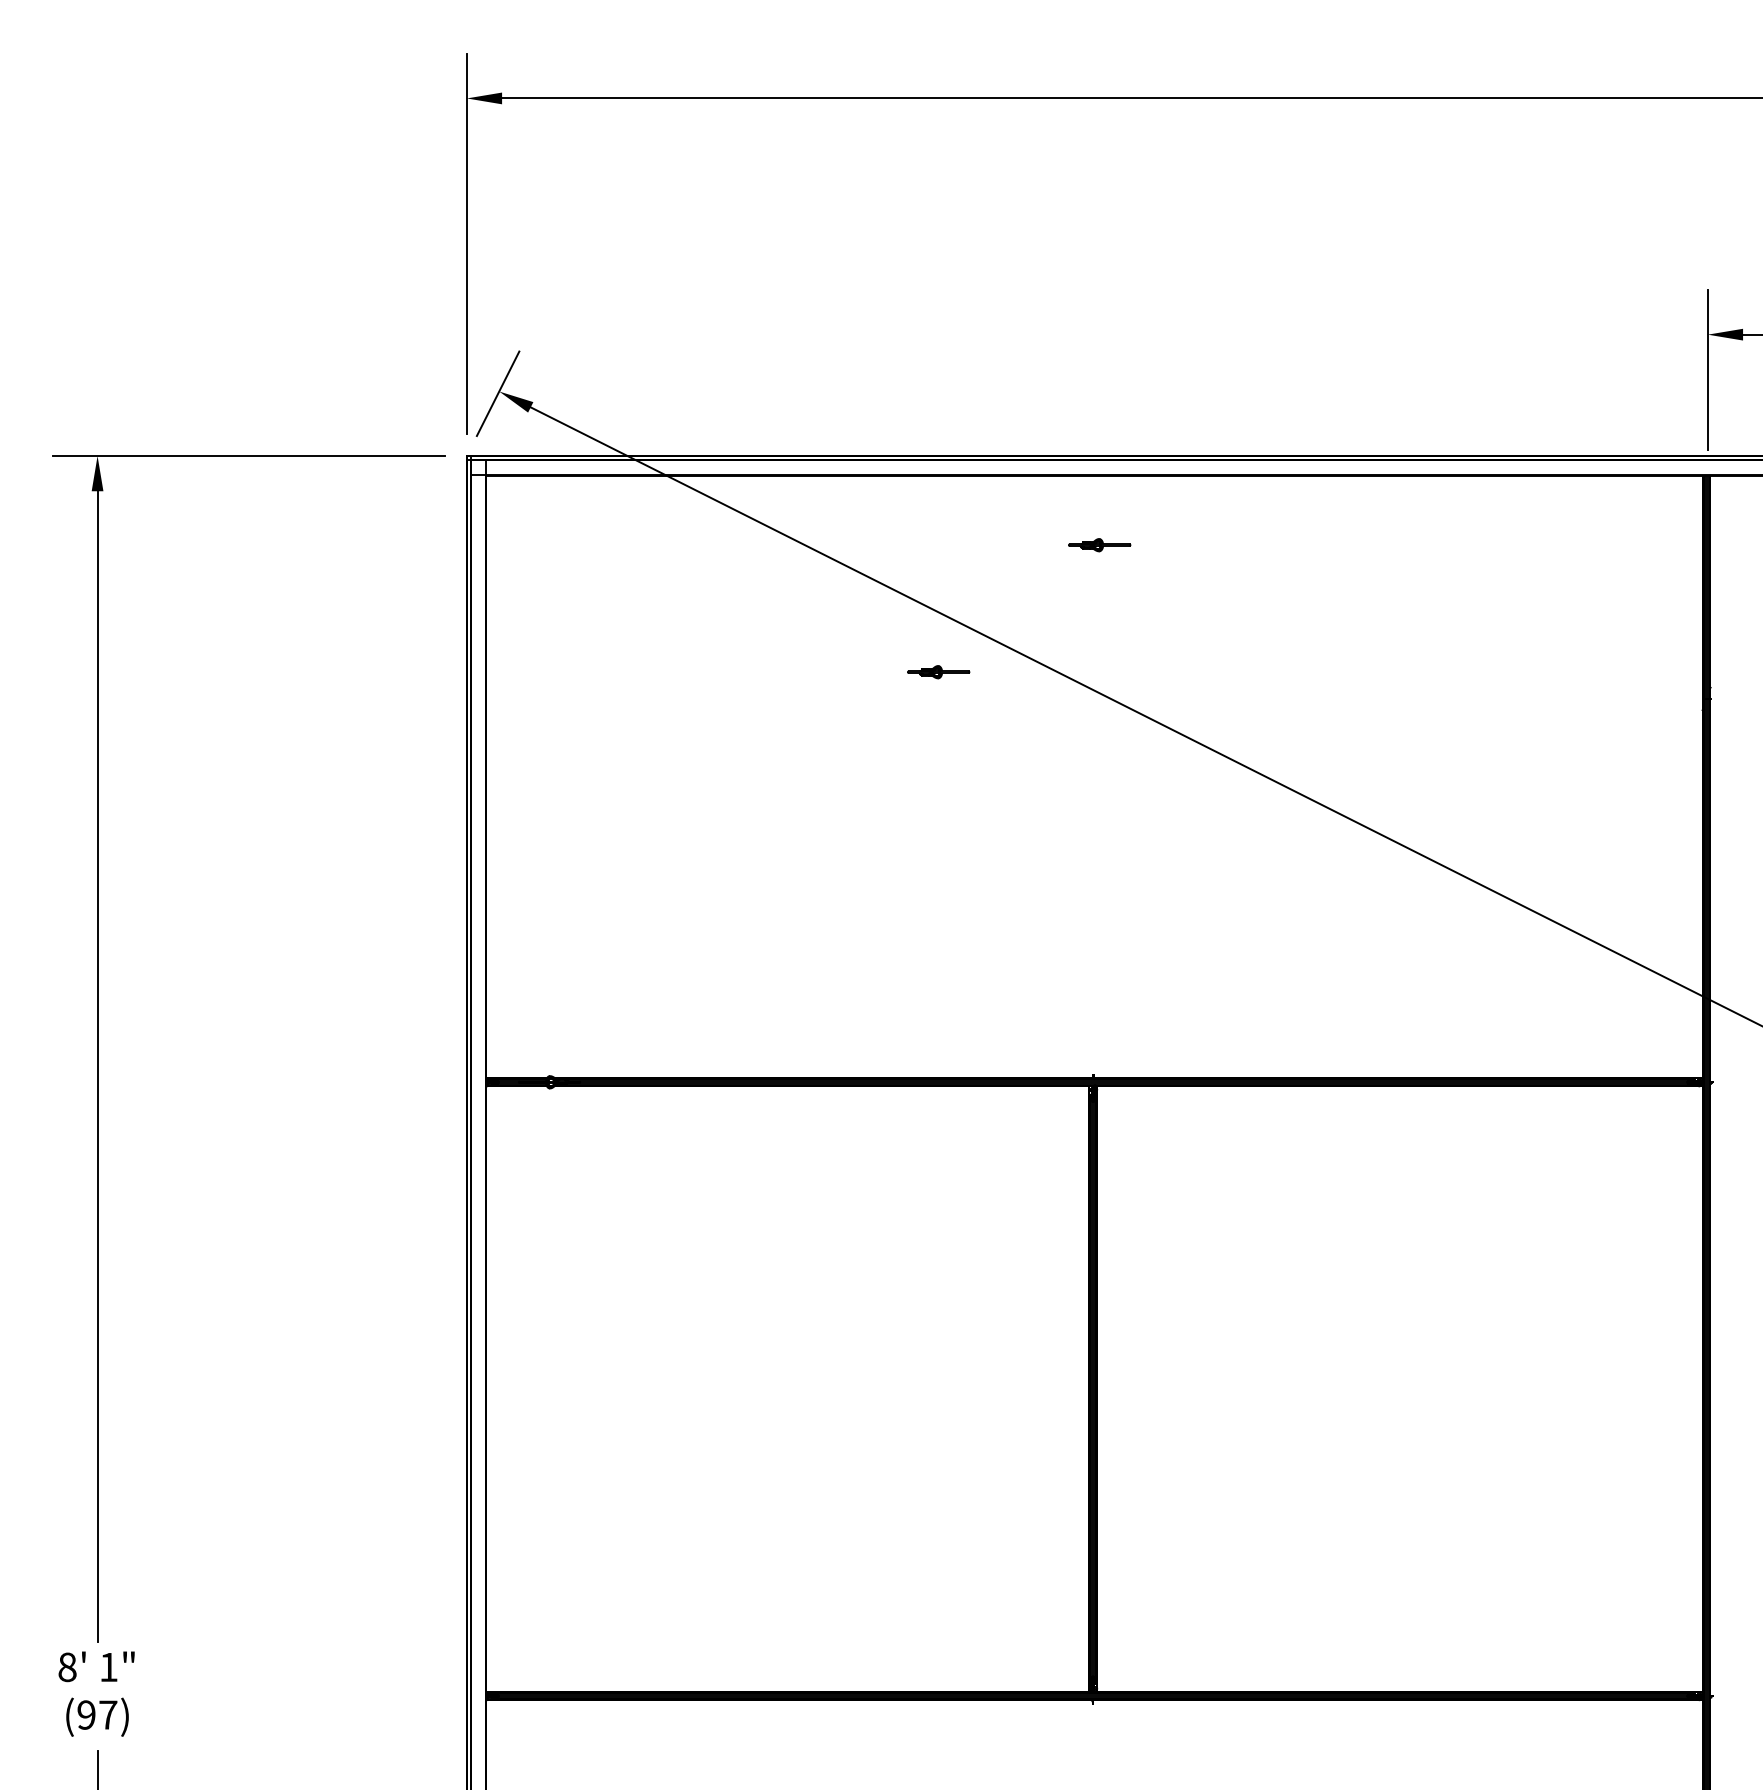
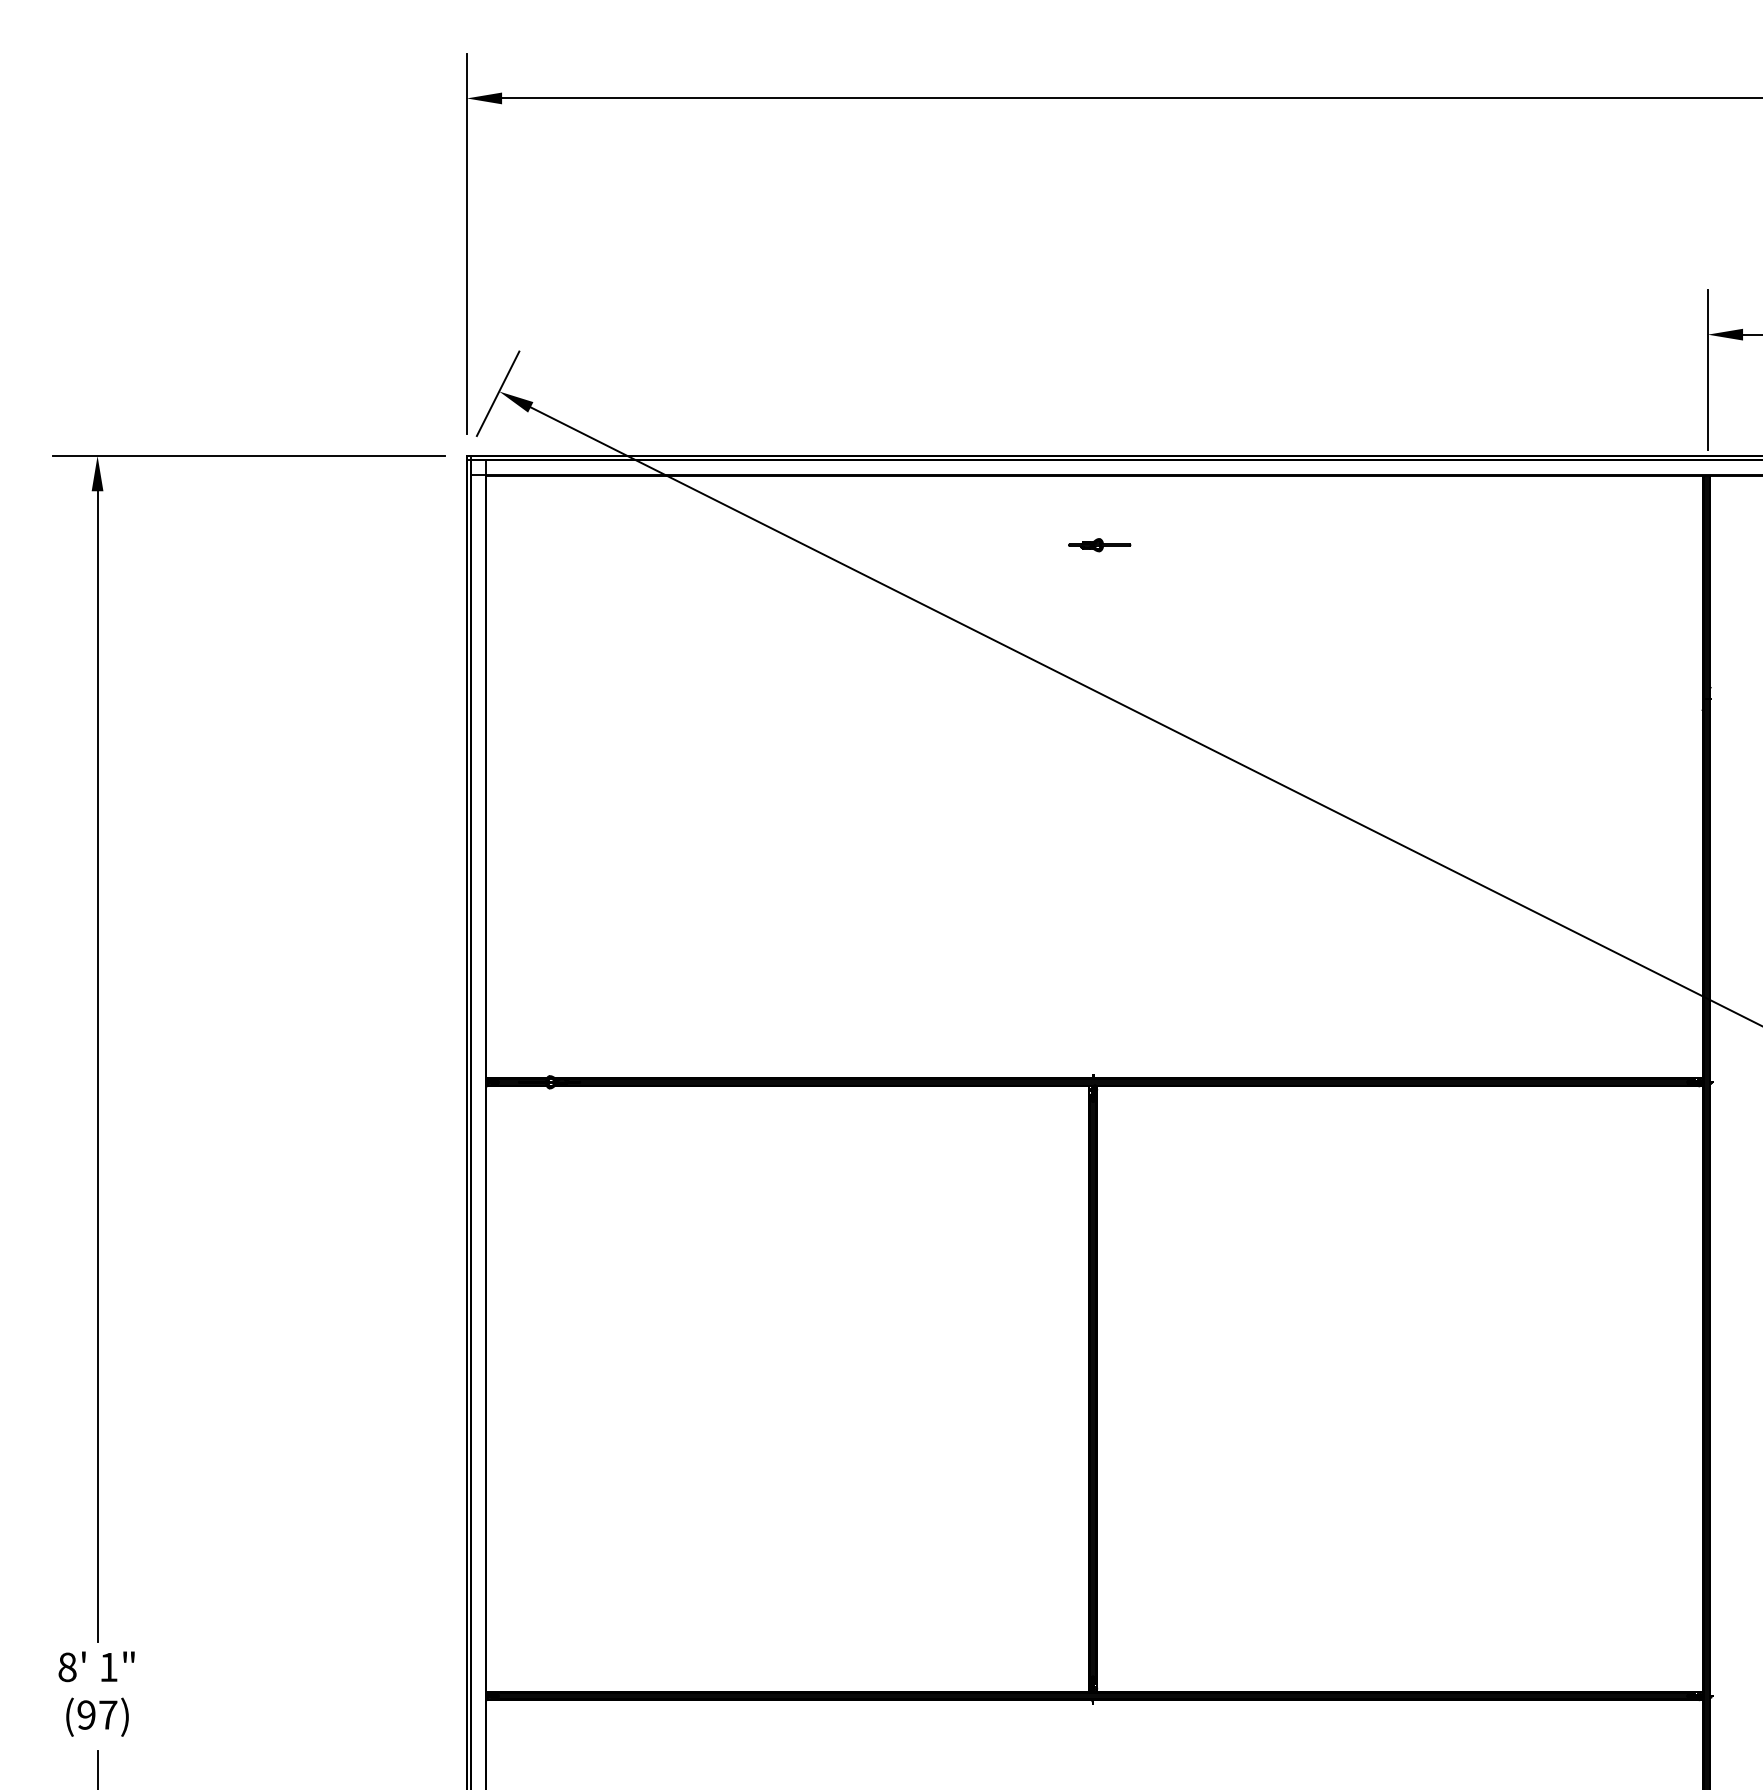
part at (938, 672): present -> none
